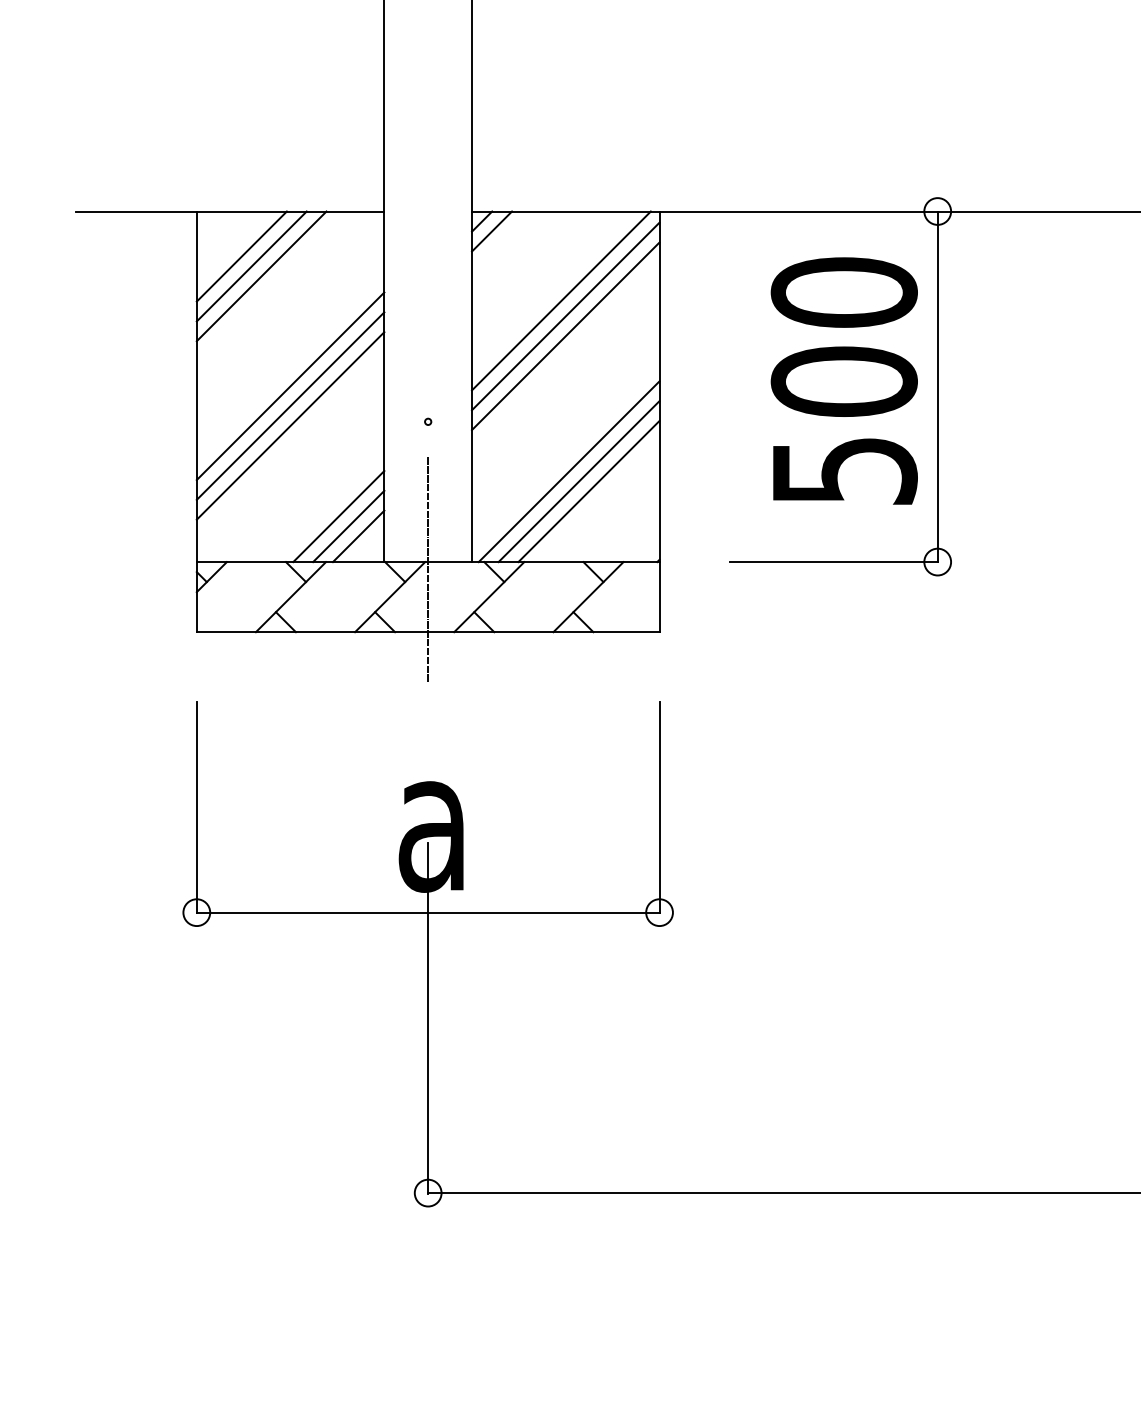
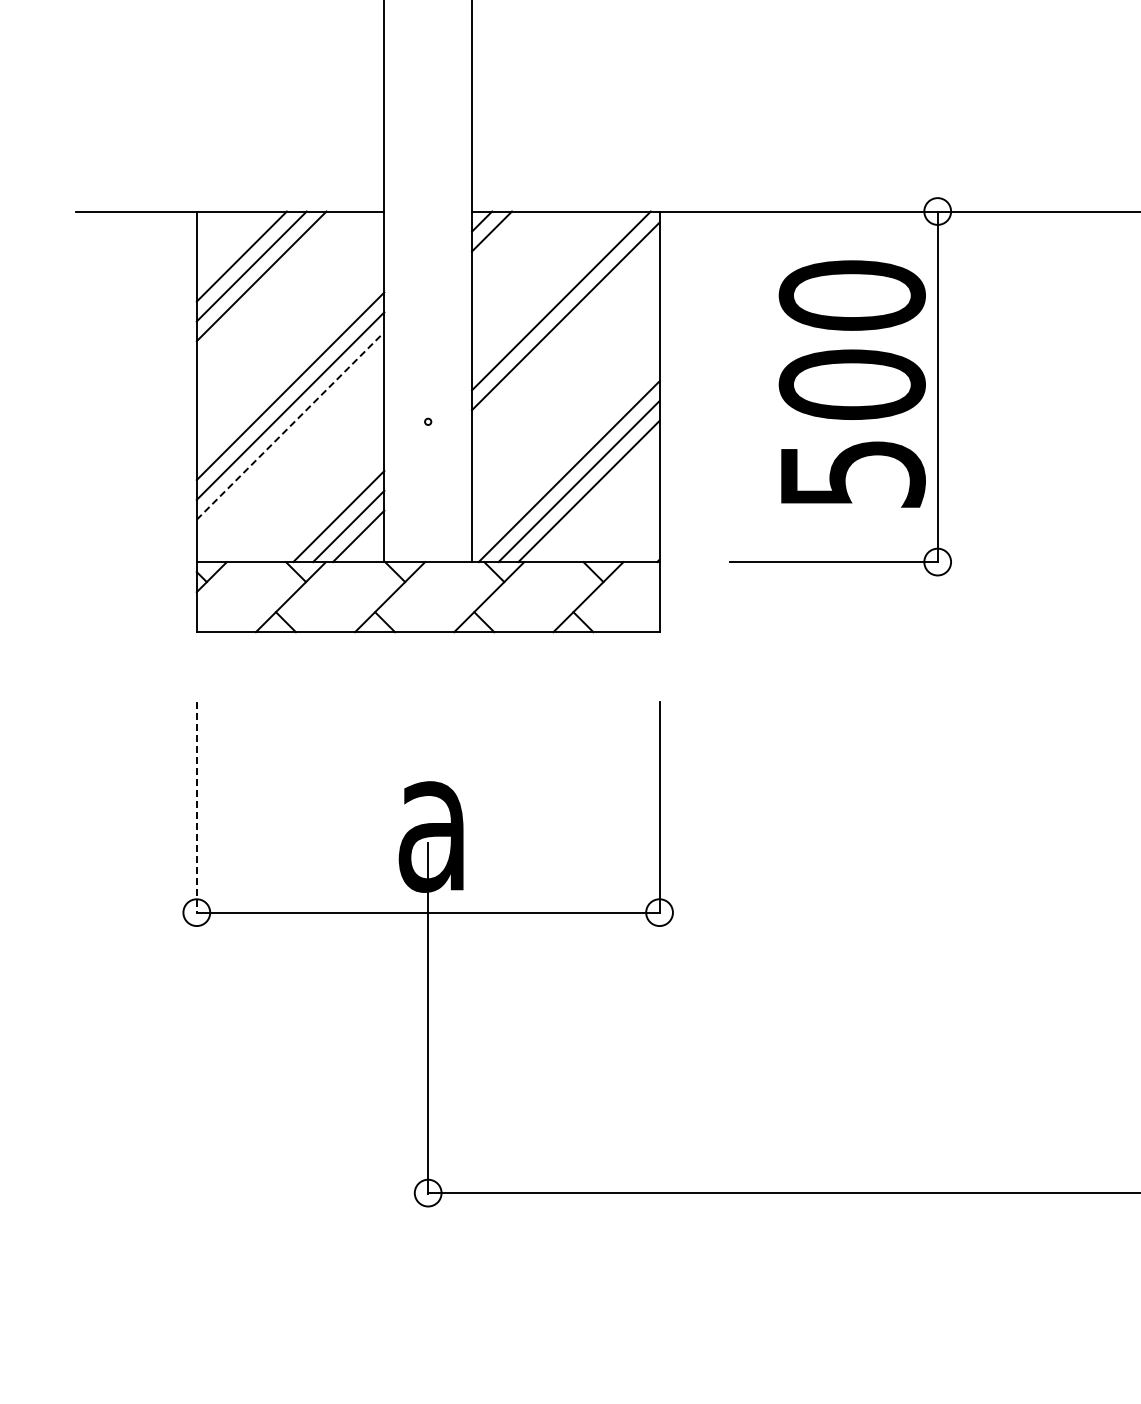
line at (565, 336): present -> none
text at (843, 380) position: (843, 380) -> (851, 383)
line at (290, 425): solid -> dashed
line at (428, 569): present -> none
line at (196, 807): solid -> dashed
